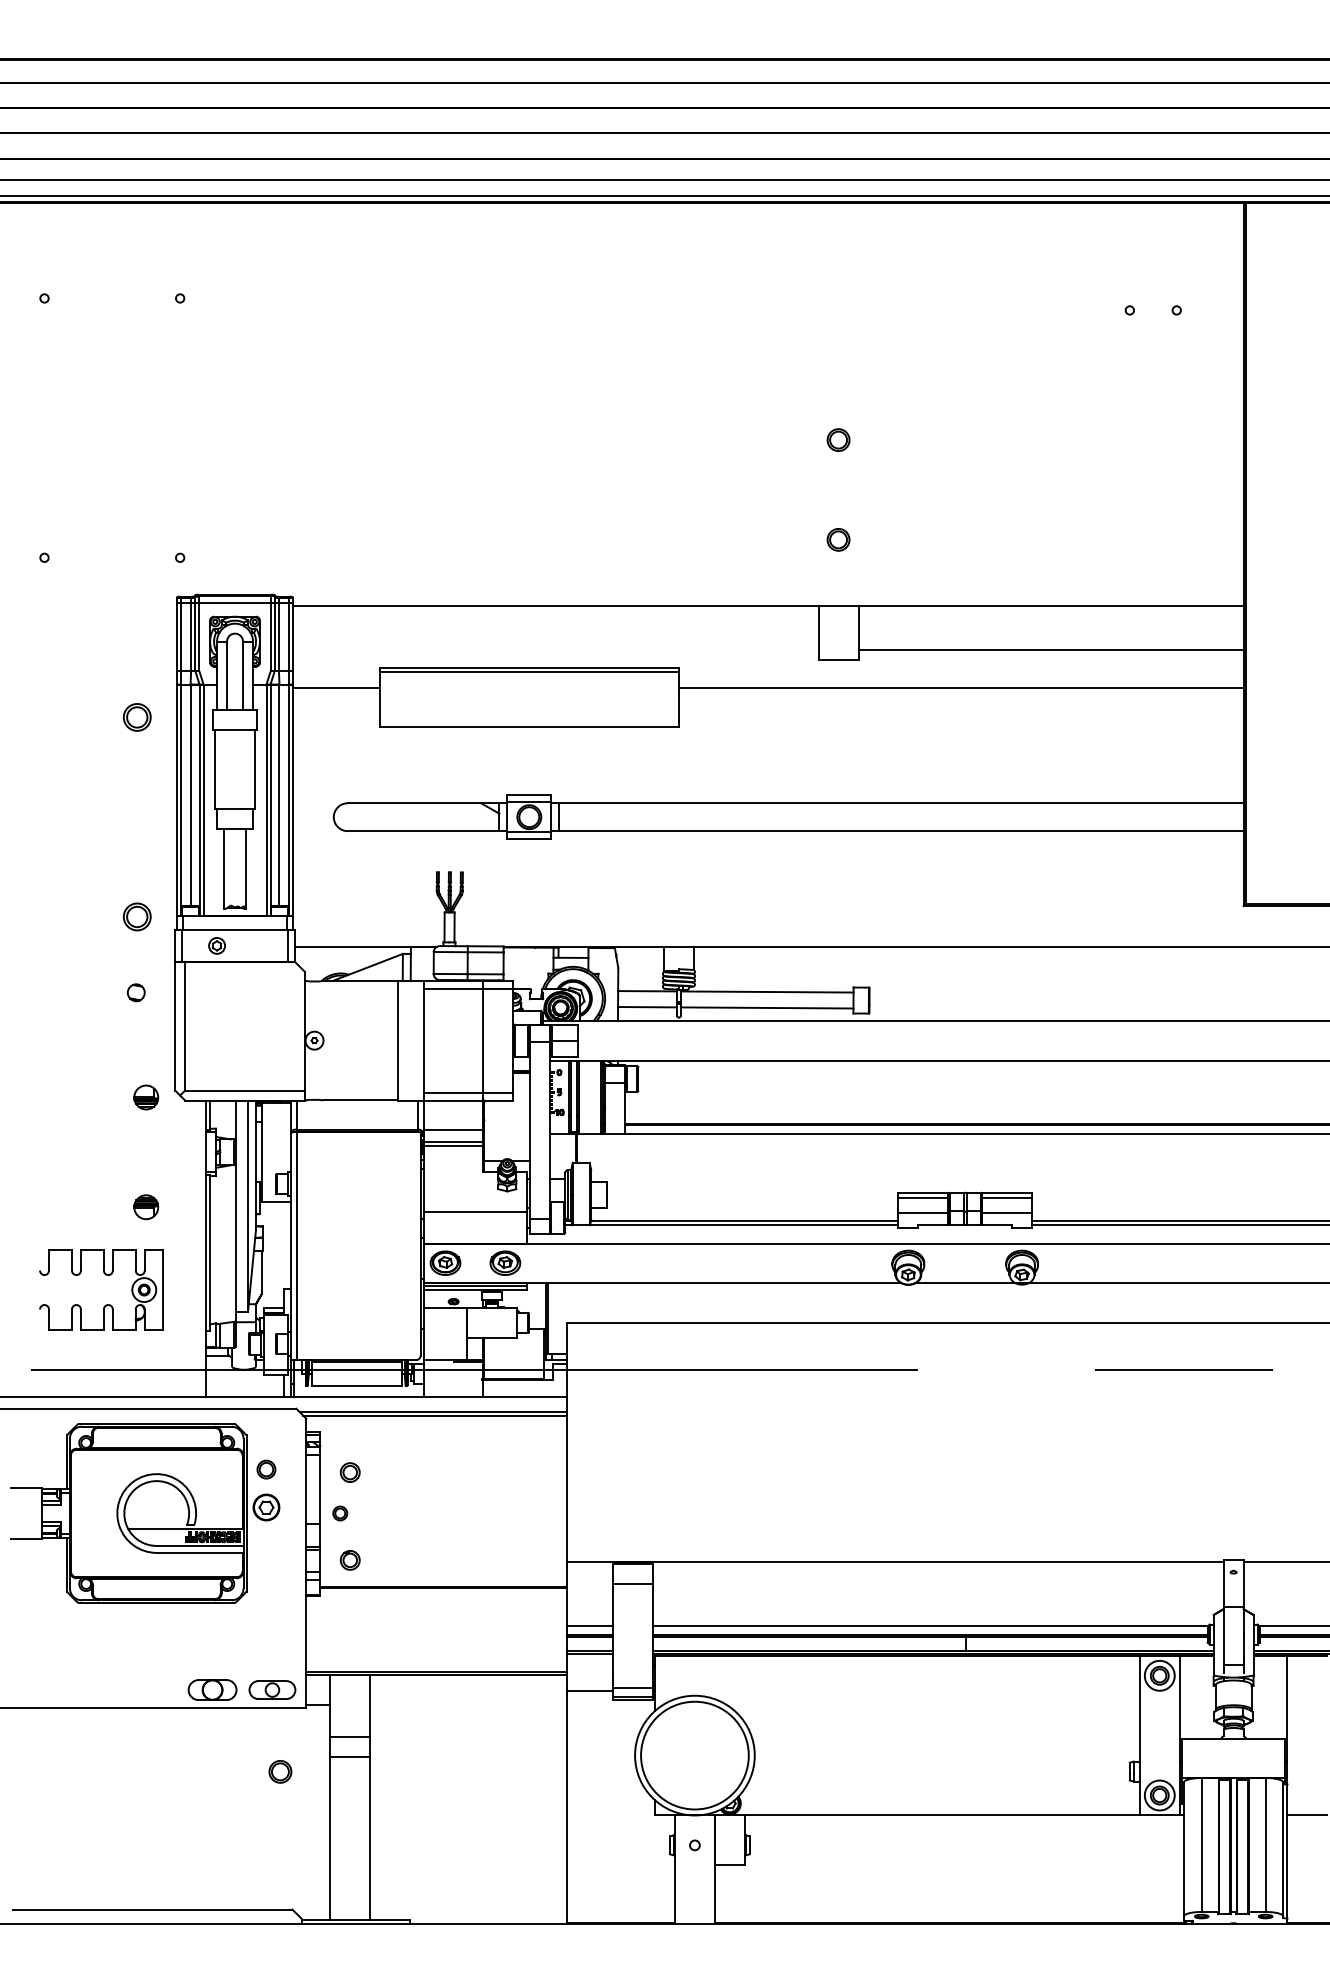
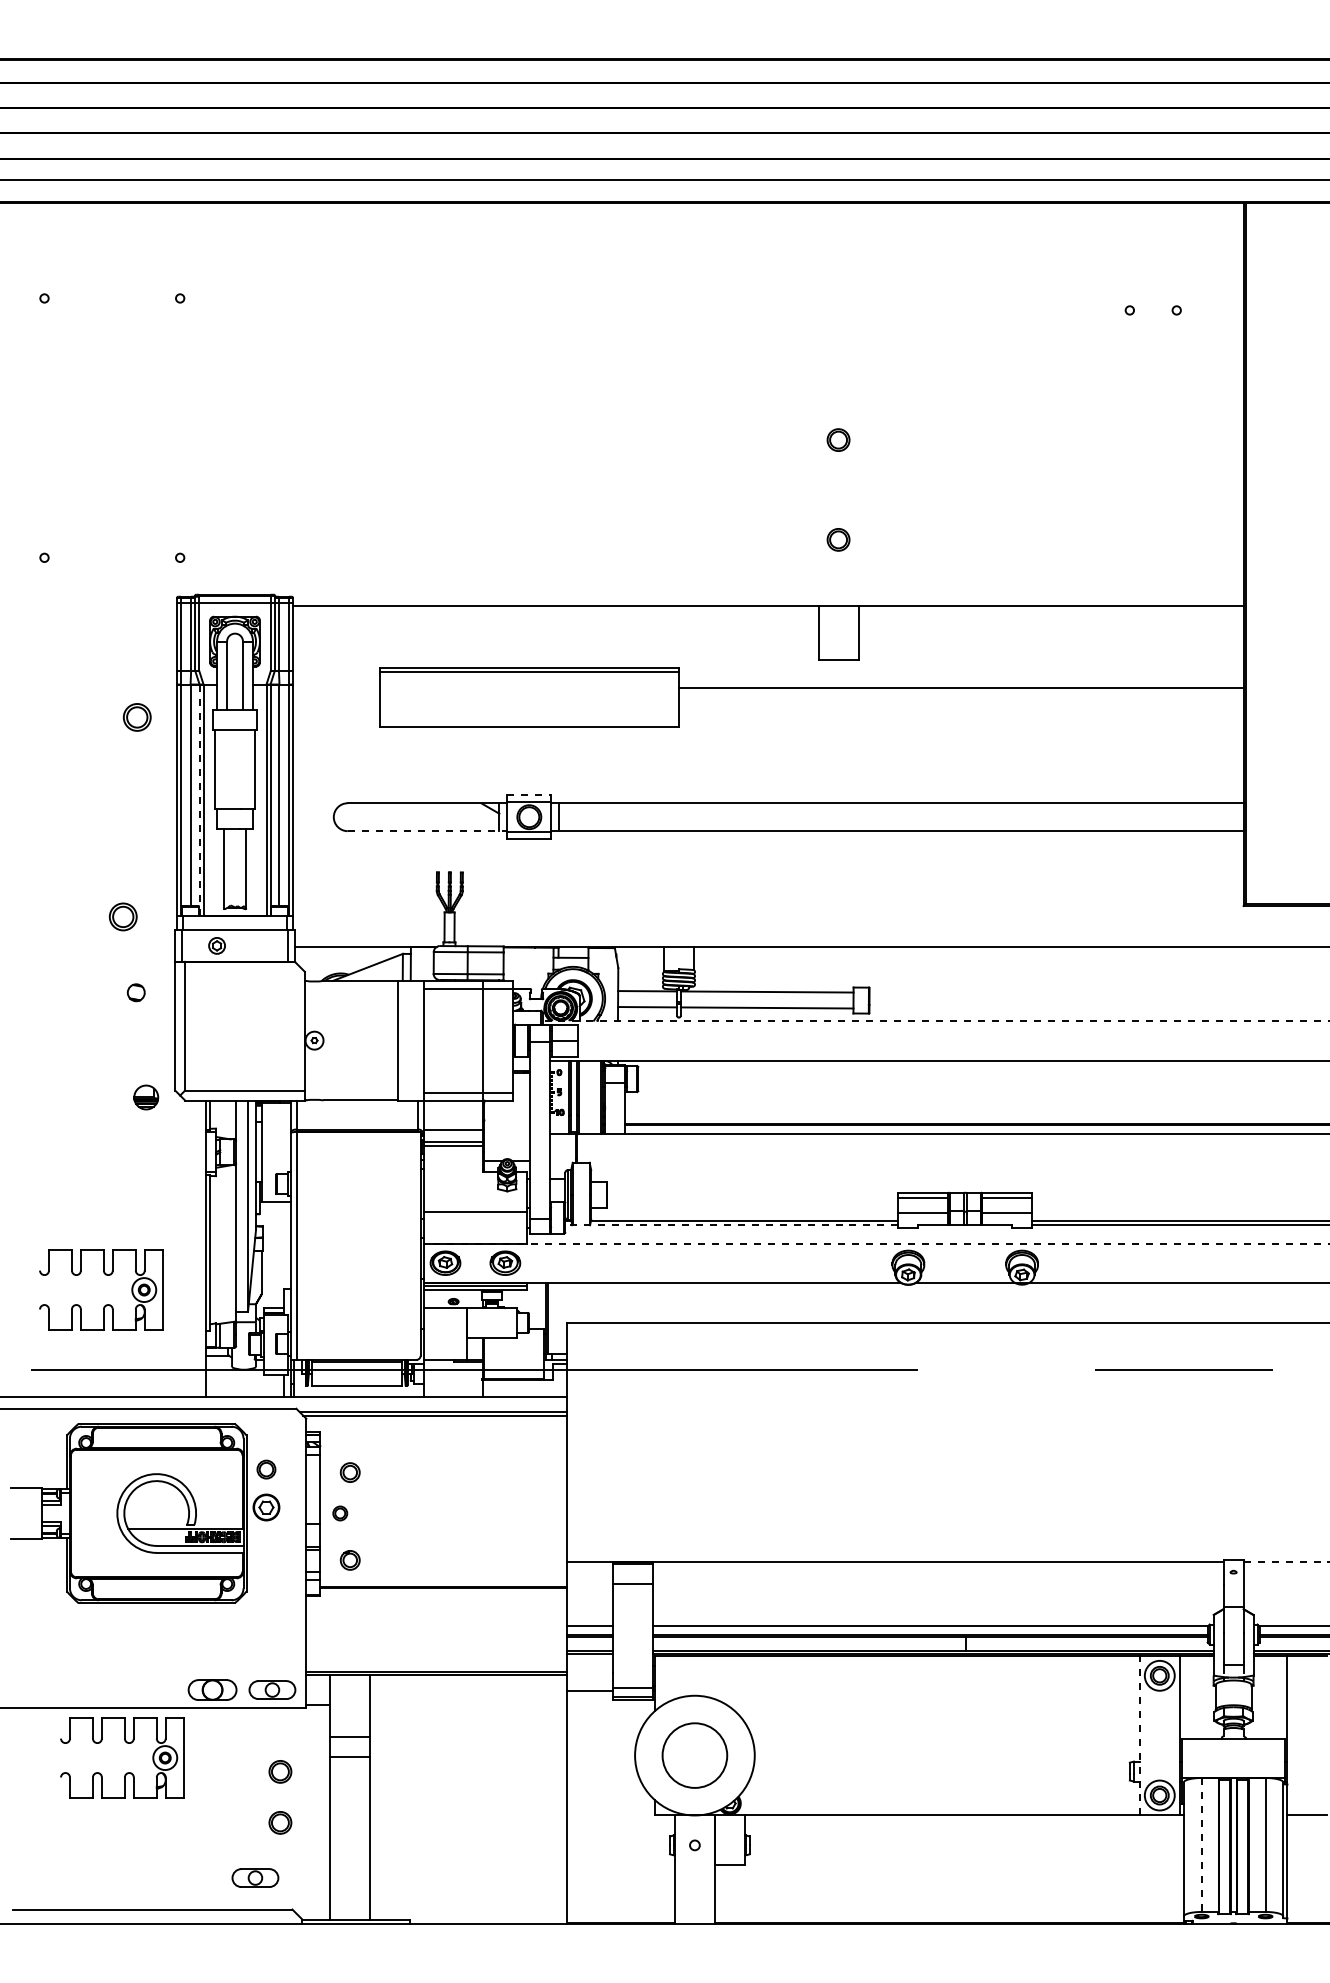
line at (664, 195): present -> none
line at (1050, 649): present -> none
line at (335, 687): present -> none
line at (529, 795): solid -> dashed
line at (199, 800): solid -> dashed
line at (427, 831): solid -> dashed
part at (136, 916) position: (136, 916) -> (122, 916)
line at (936, 1020): solid -> dashed
part at (146, 1207): present -> none
line at (731, 1225): solid -> dashed
line at (876, 1243): solid -> dashed
line at (1286, 1561): solid -> dashed
line at (1139, 1735): solid -> dashed
part at (126, 1743): none -> present
circle at (694, 1755) diameter: 108 px -> 65 px
part at (280, 1822): none -> present
line at (1201, 1844): solid -> dashed
part at (255, 1877): none -> present
